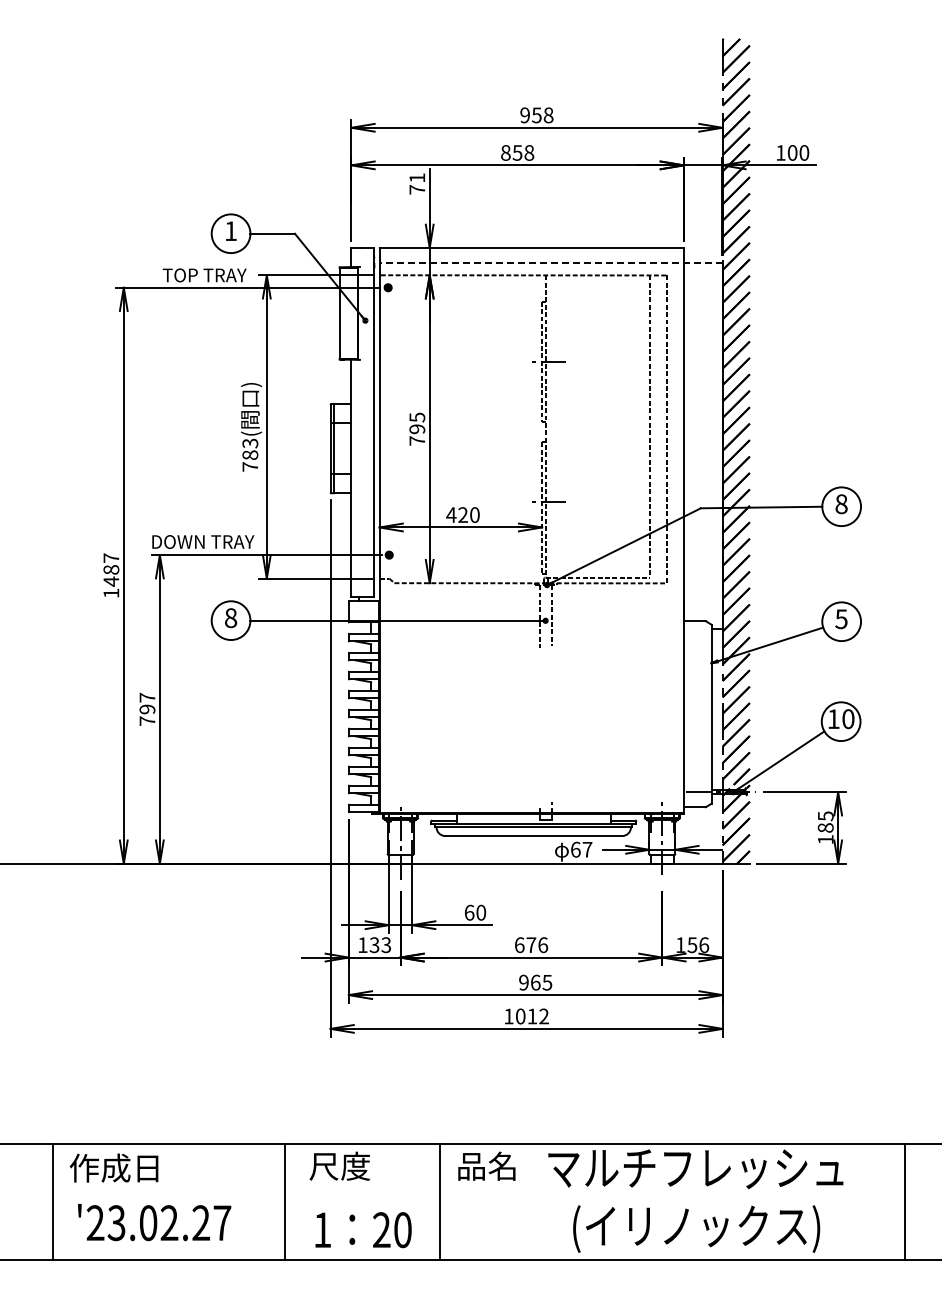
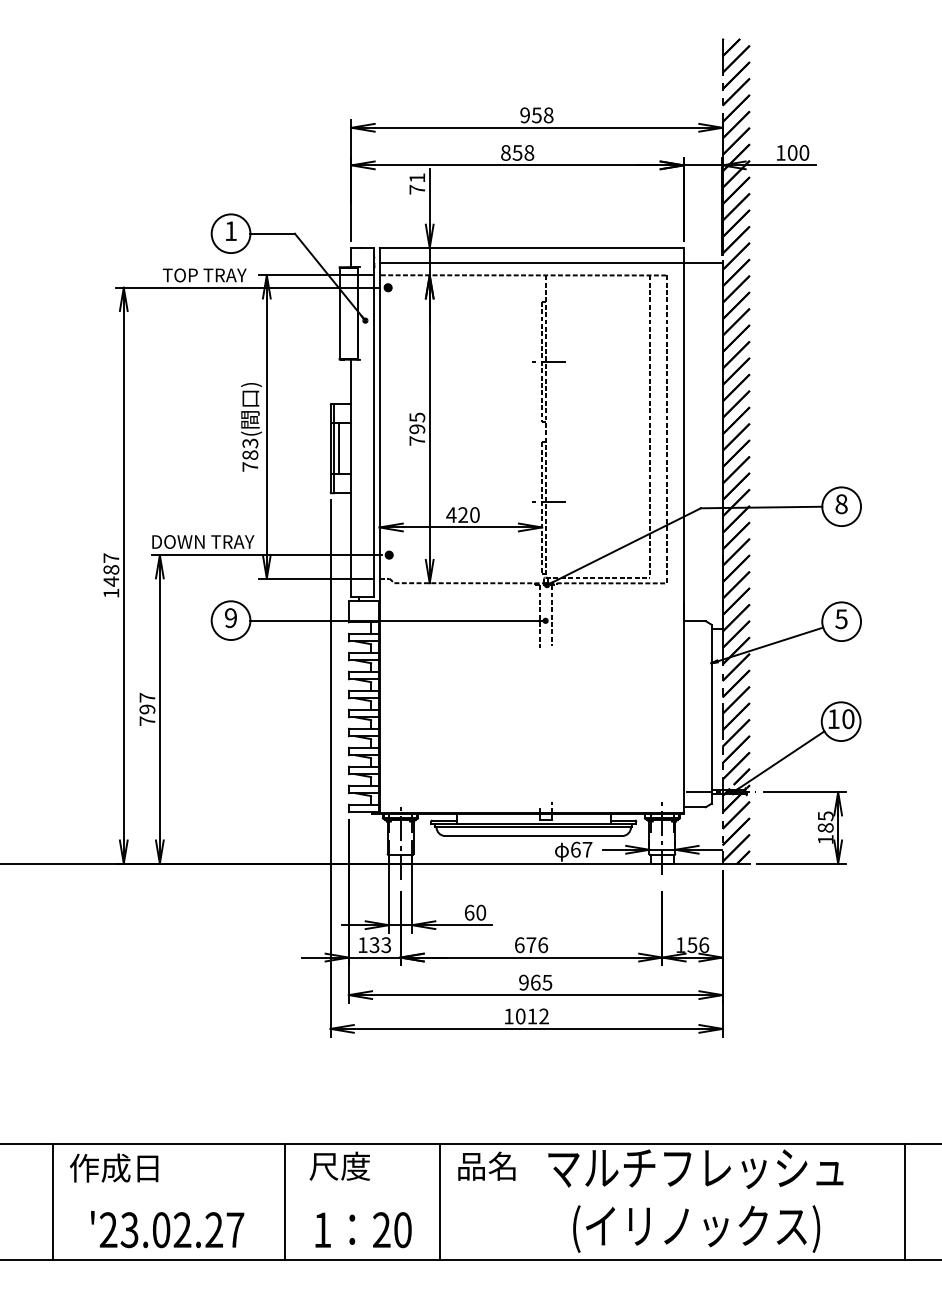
line at (550, 262): dashed -> solid
line at (339, 448): none -> present
text at (231, 618): 8 -> 9
text at (154, 1222) position: (154, 1222) -> (167, 1229)
